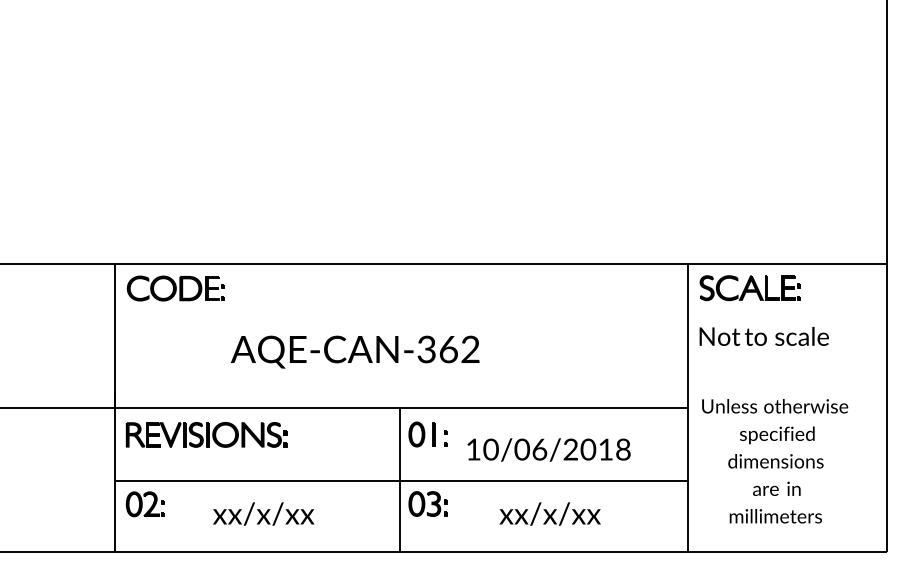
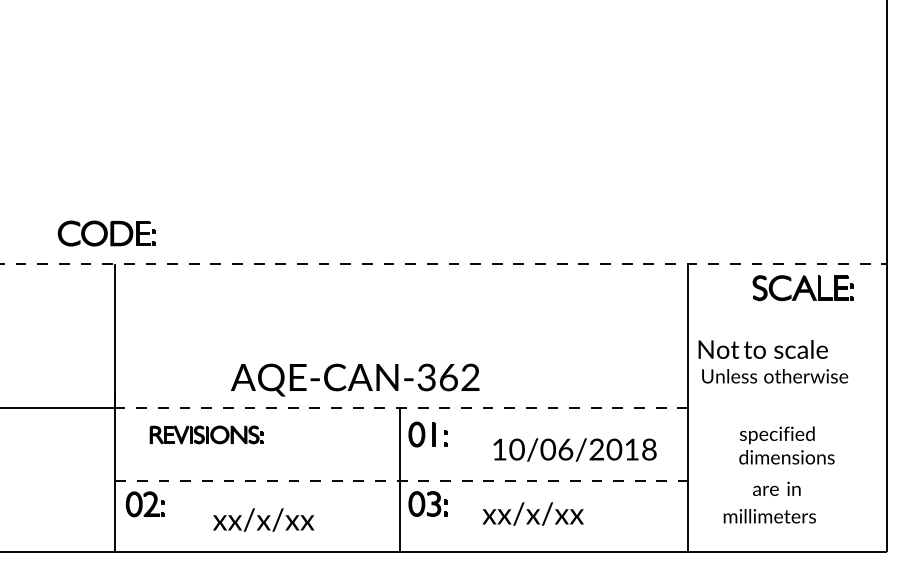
line at (443, 263): solid -> dashed
part at (175, 288) position: (175, 288) -> (106, 233)
part at (749, 288) position: (749, 288) -> (802, 288)
text at (763, 336) position: (763, 336) -> (762, 349)
text at (355, 351) position: (355, 351) -> (355, 379)
text at (775, 406) position: (775, 406) -> (775, 376)
line at (399, 408): solid -> dashed
part at (206, 434) size: 163x26 px -> 115x20 px
text at (548, 449) position: (548, 449) -> (574, 449)
text at (775, 461) position: (775, 461) -> (786, 457)
line at (402, 481): solid -> dashed
text at (263, 513) position: (263, 513) -> (263, 519)
text at (549, 513) position: (549, 513) -> (532, 513)
text at (775, 516) position: (775, 516) -> (769, 516)
